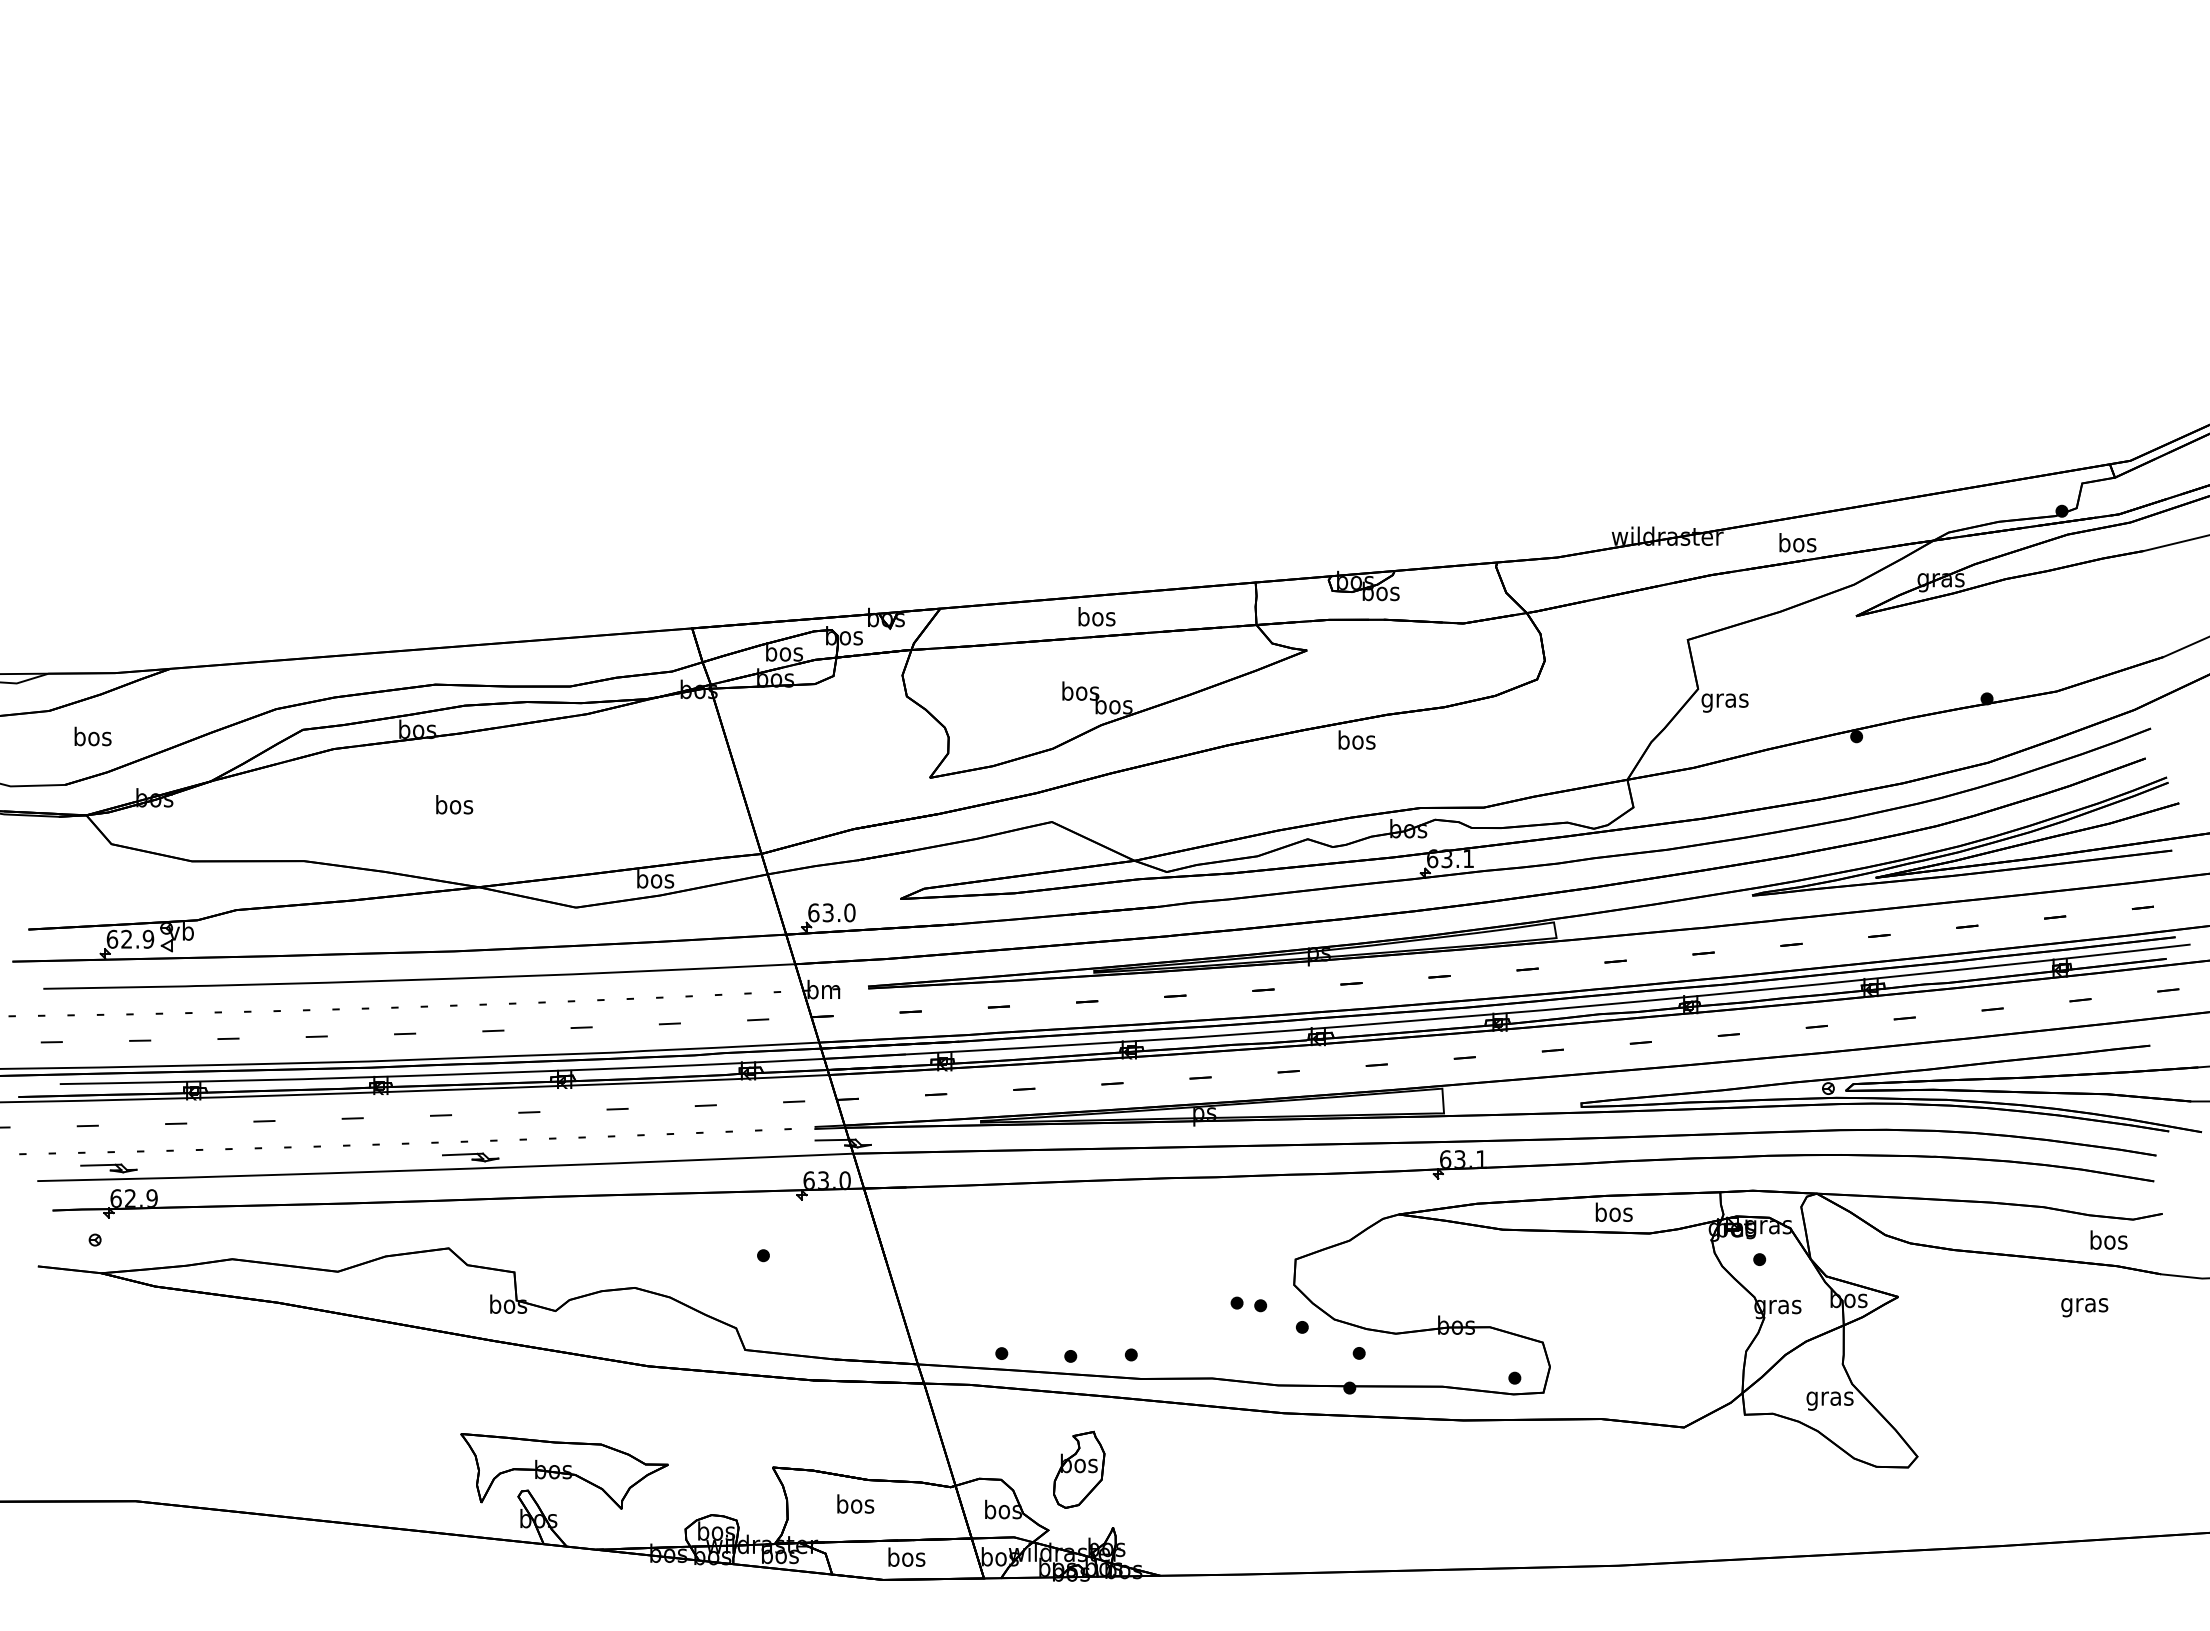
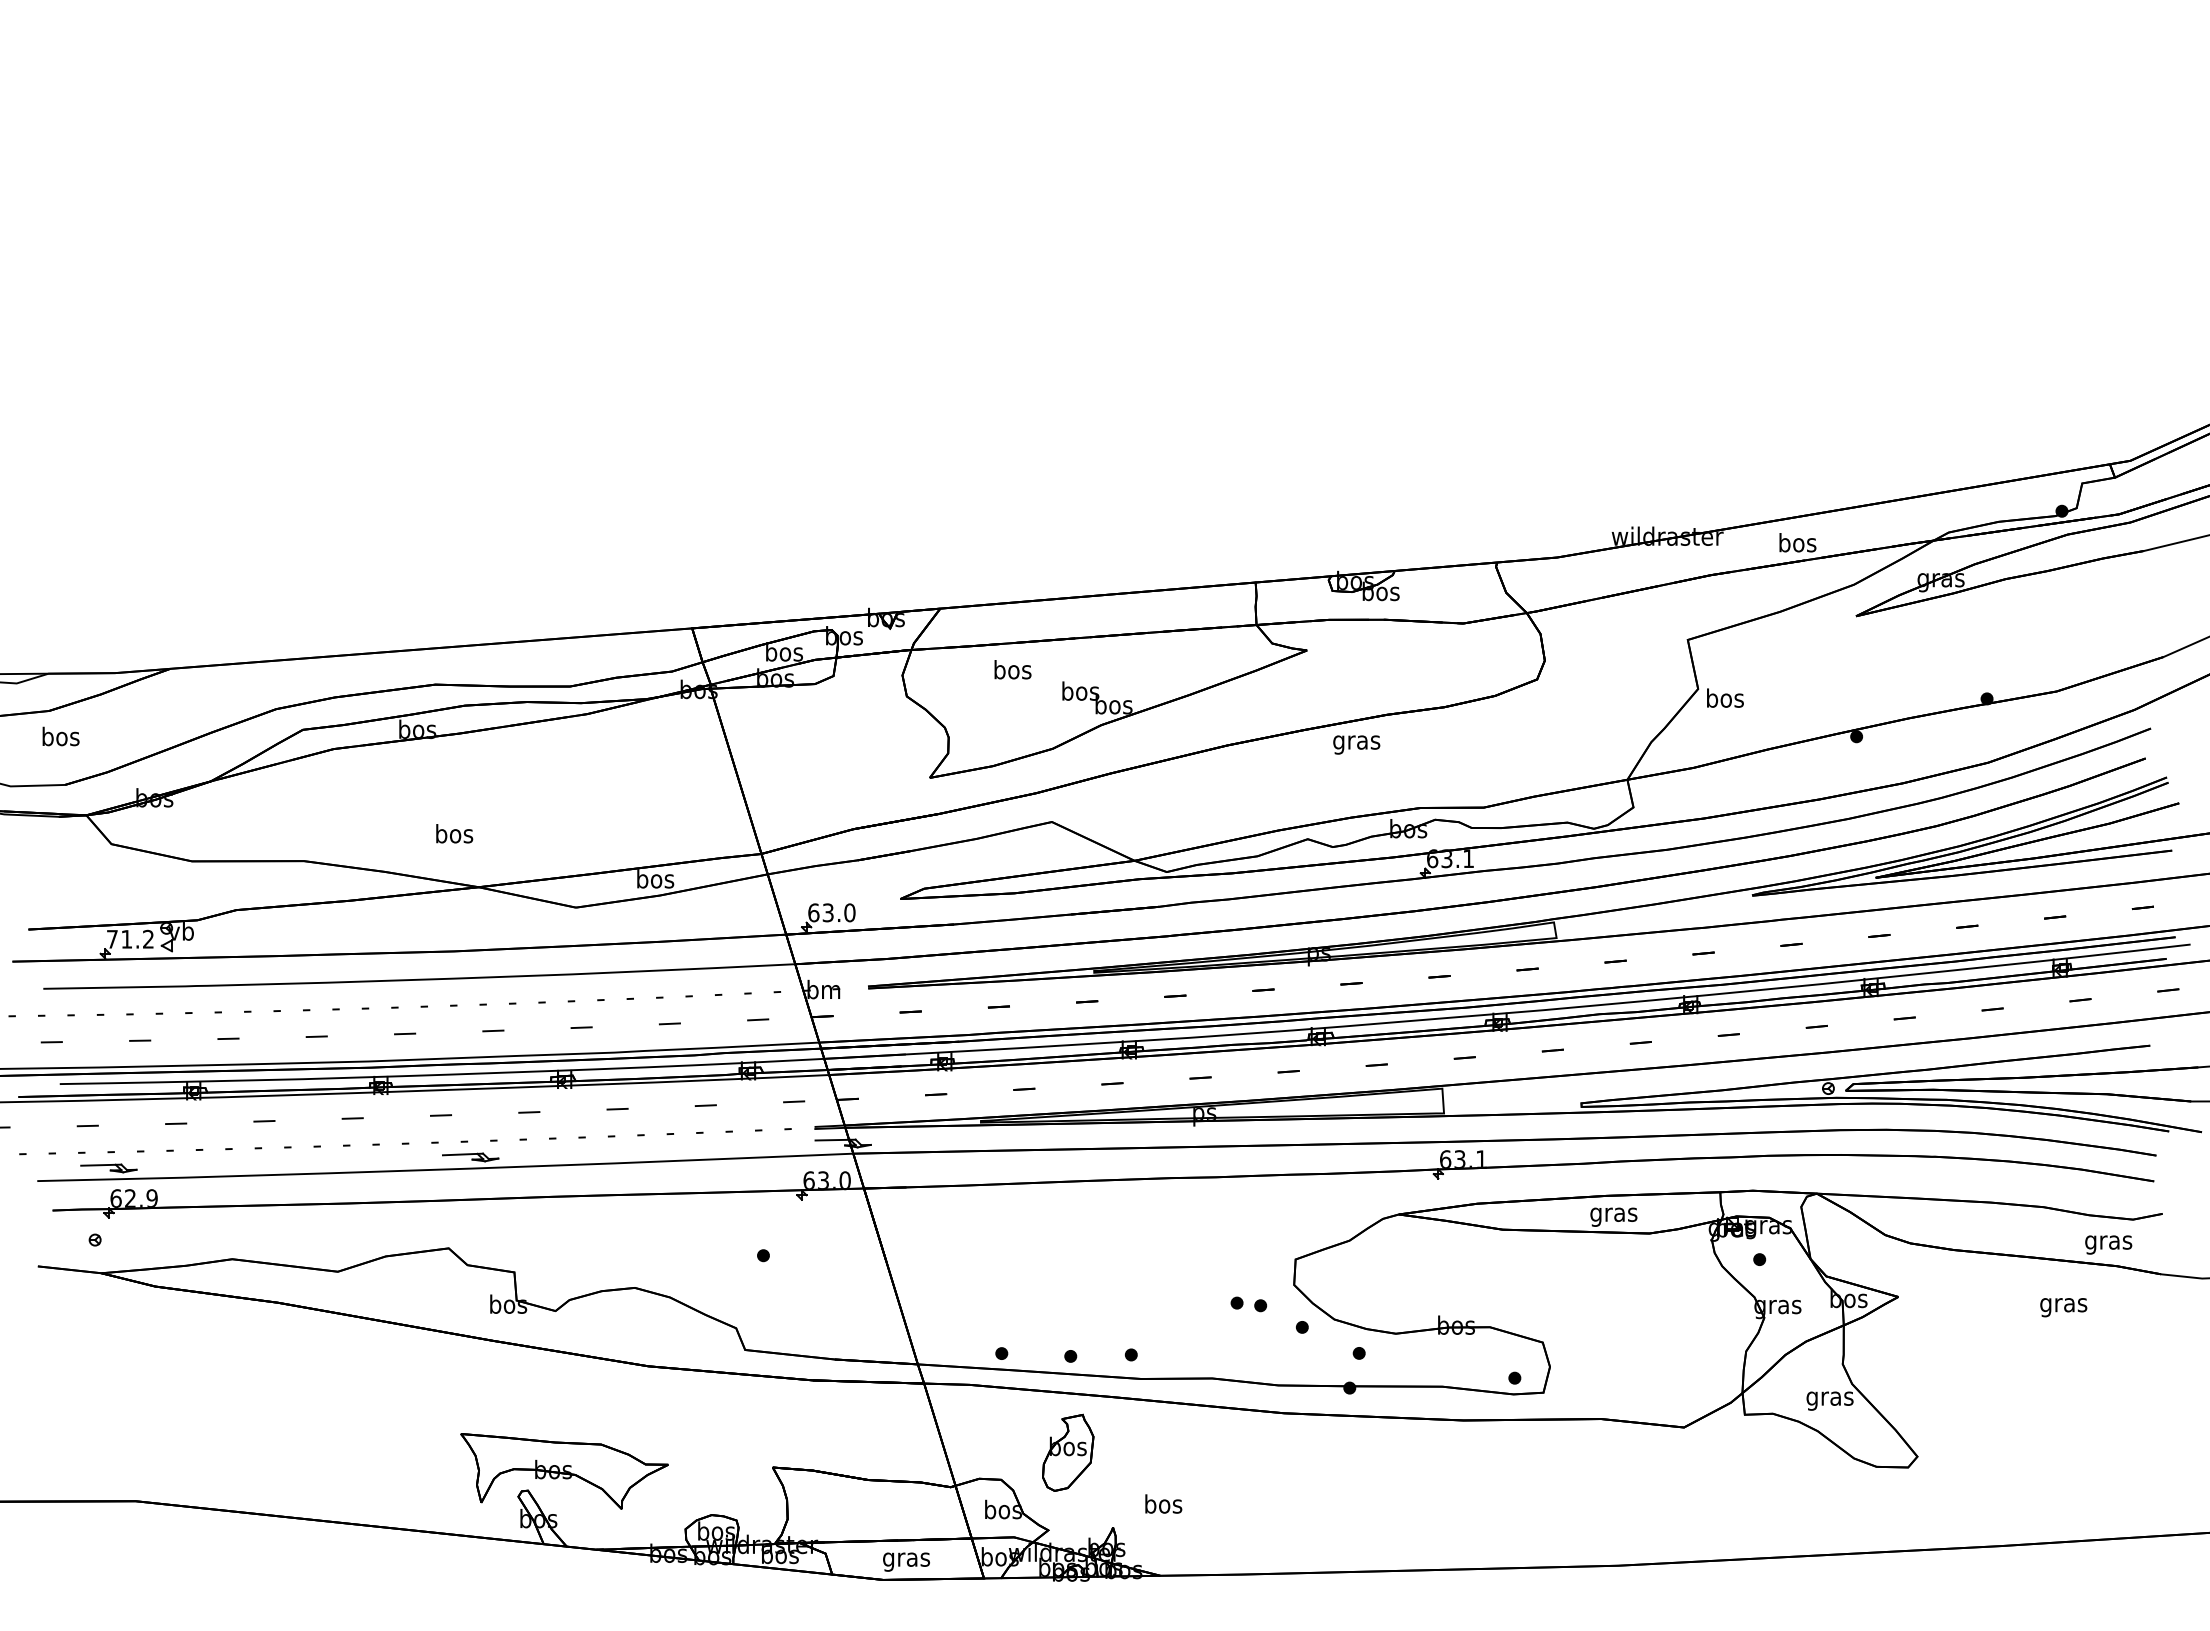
text at (1096, 616) position: (1096, 616) -> (1012, 669)
text at (1724, 700): gras -> bos
text at (92, 736) position: (92, 736) -> (60, 736)
text at (1356, 742): bos -> gras
text at (454, 804) position: (454, 804) -> (454, 833)
text at (130, 938): 62.9 -> 71.2
text at (1613, 1214): bos -> gras
text at (2108, 1242): bos -> gras
text at (2084, 1307) position: (2084, 1307) -> (2063, 1307)
part at (1079, 1469) position: (1079, 1469) -> (1068, 1452)
text at (855, 1503) position: (855, 1503) -> (1163, 1503)
text at (906, 1559): bos -> gras
